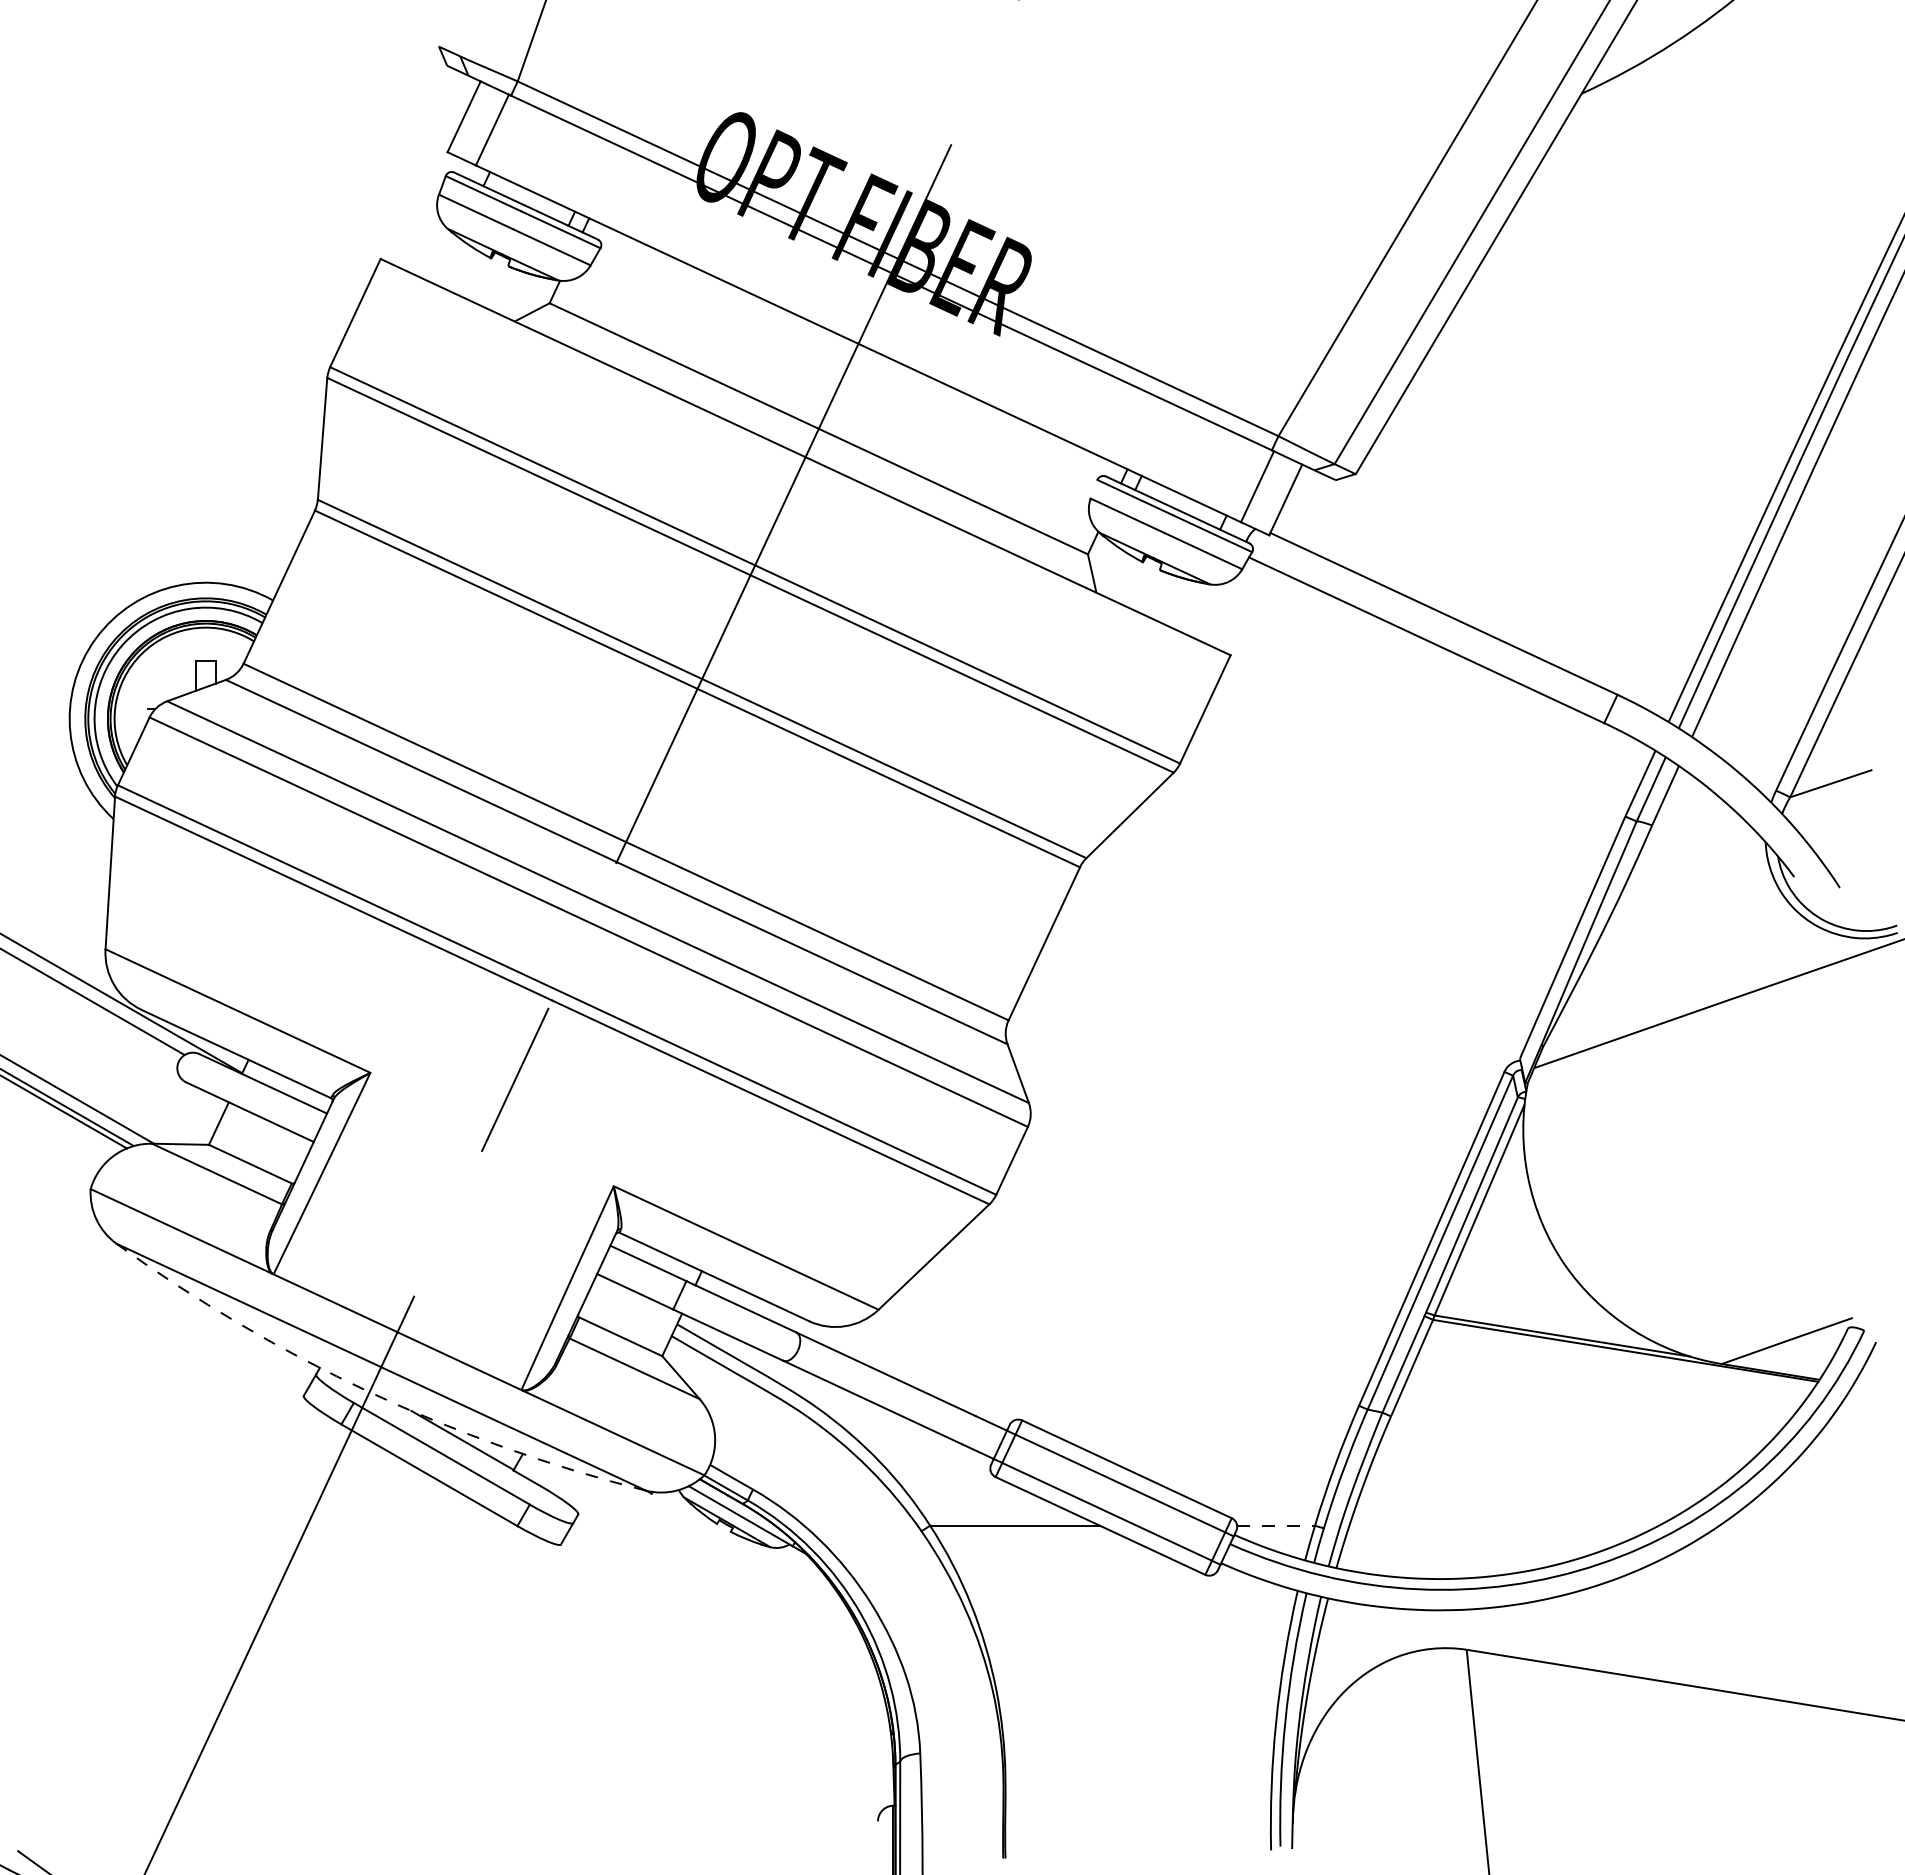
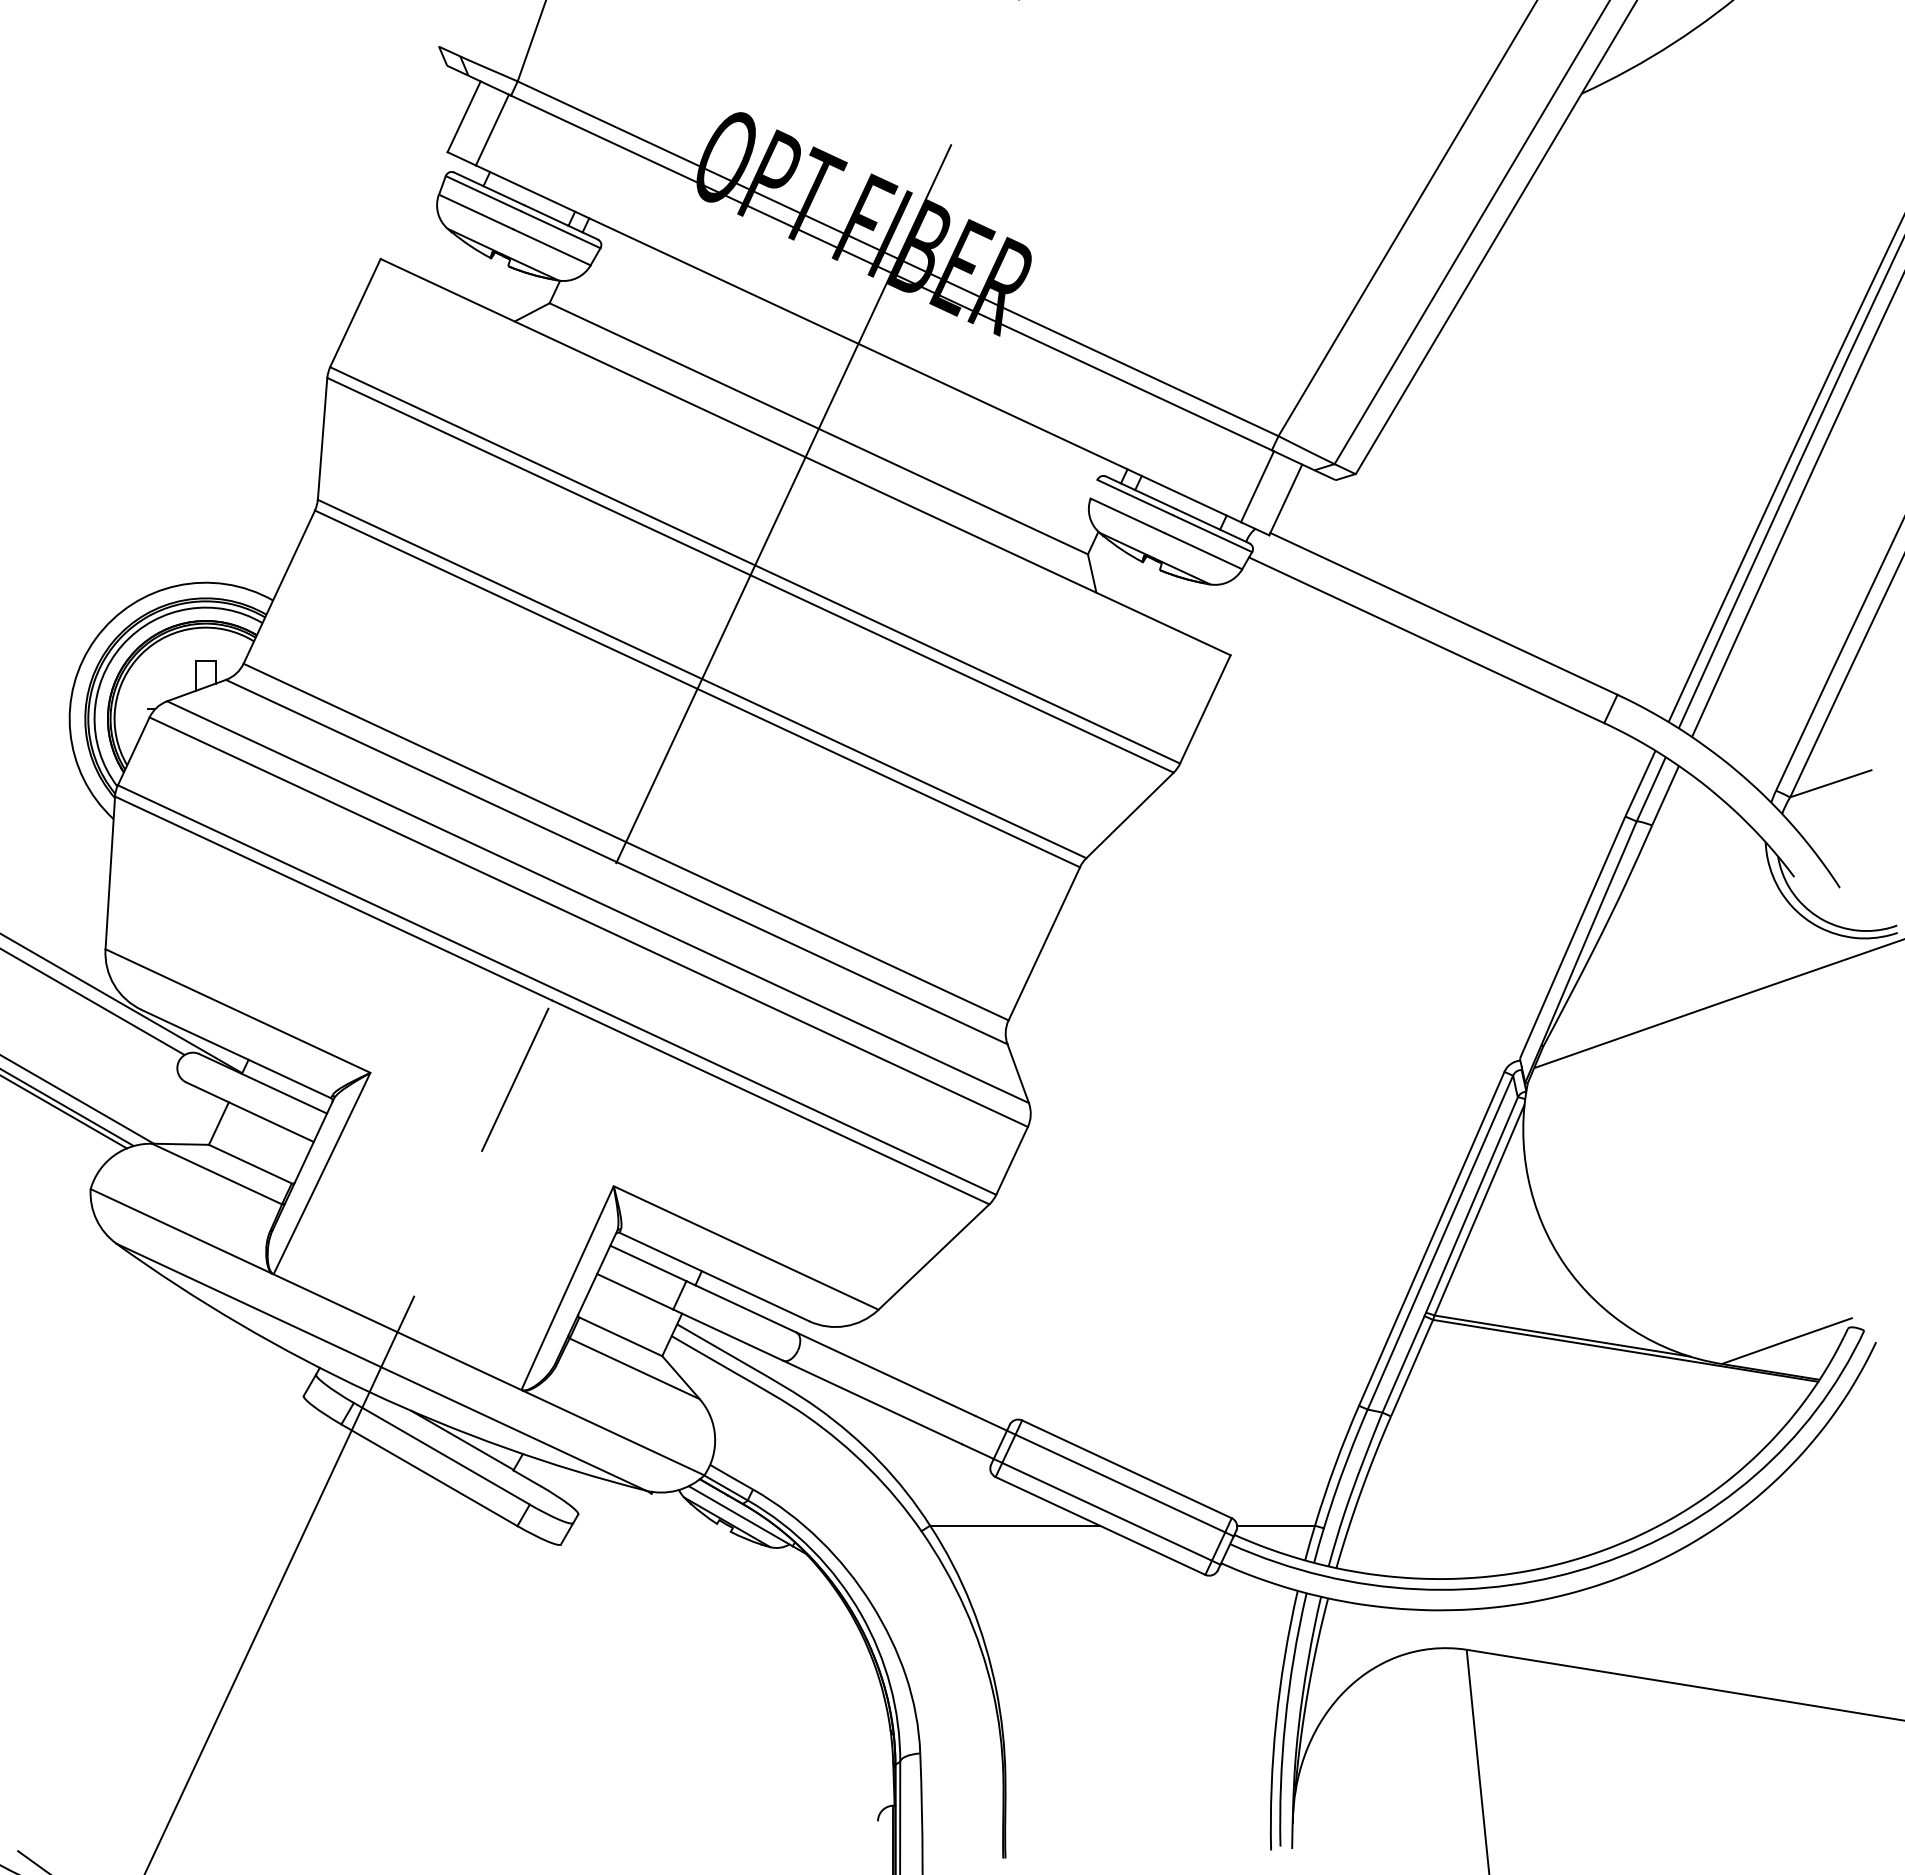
arc at (369, 1392): dashed -> solid
line at (1276, 1525): dashed -> solid
